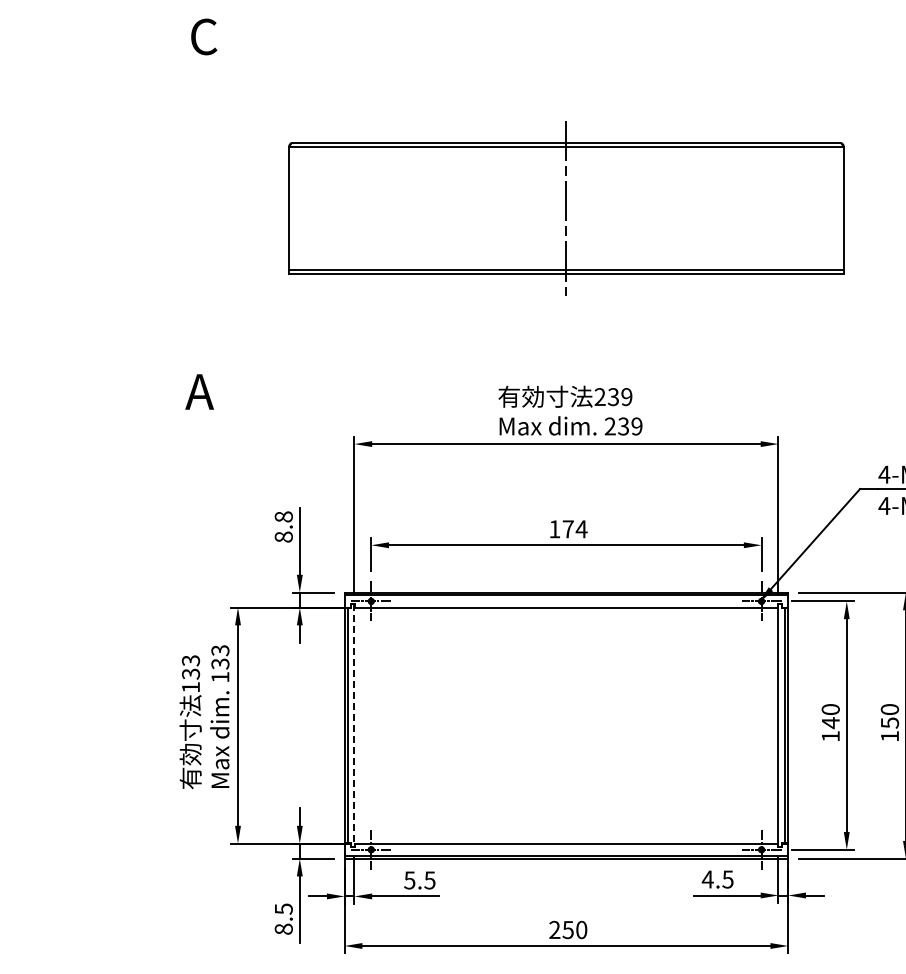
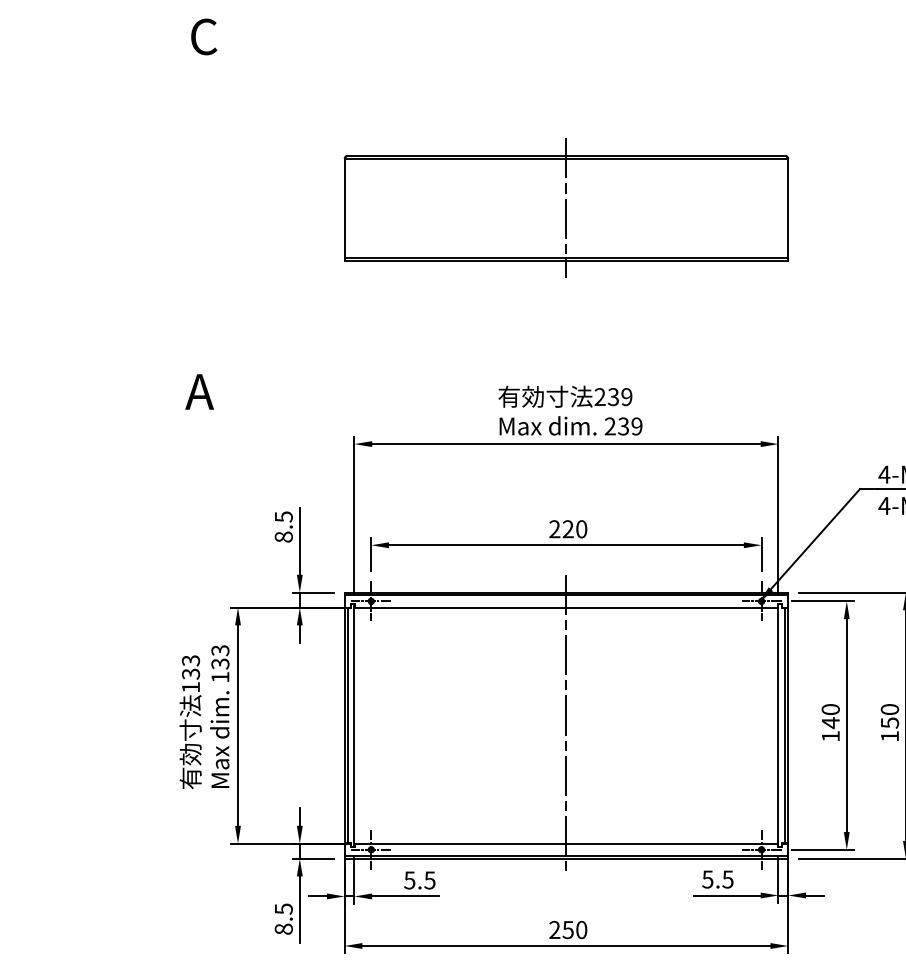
part at (566, 208) size: 557x175 px -> 447x140 px
text at (283, 516): 8.8 -> 8.5
text at (568, 529): 174 -> 220
line at (566, 725): none -> present
line at (354, 726): dashed -> solid
text at (707, 879): 4.5 -> 5.5
